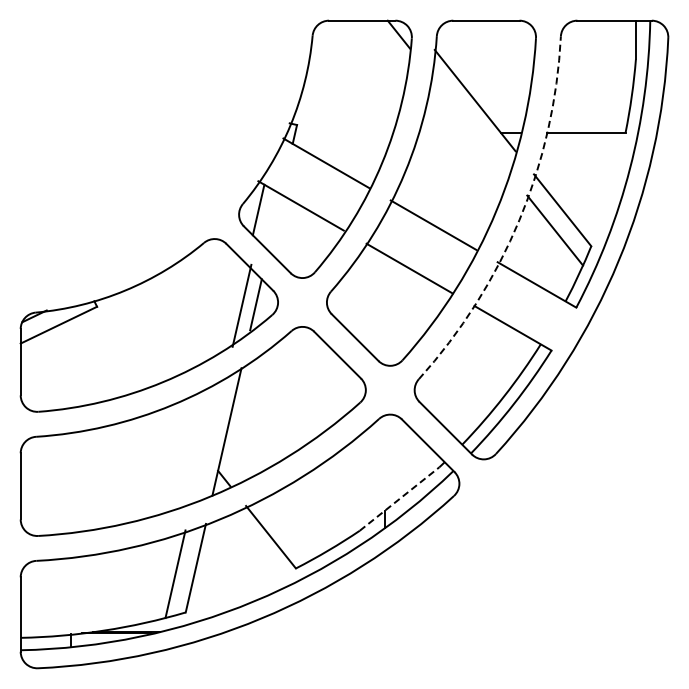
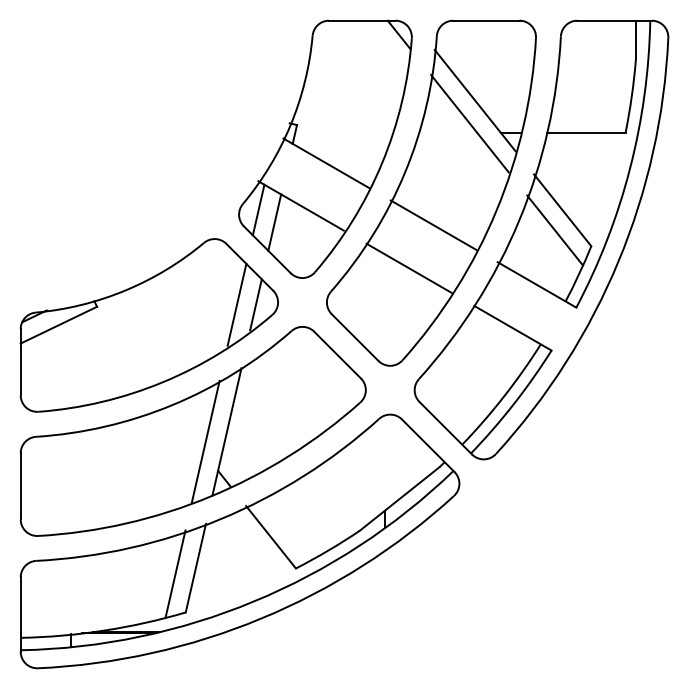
line at (469, 123): none -> present
arc at (519, 220): dashed -> solid
line at (274, 222): none -> present
line at (241, 305) position: (241, 305) -> (236, 304)
line at (205, 441): none -> present
line at (399, 499): dashed -> solid
